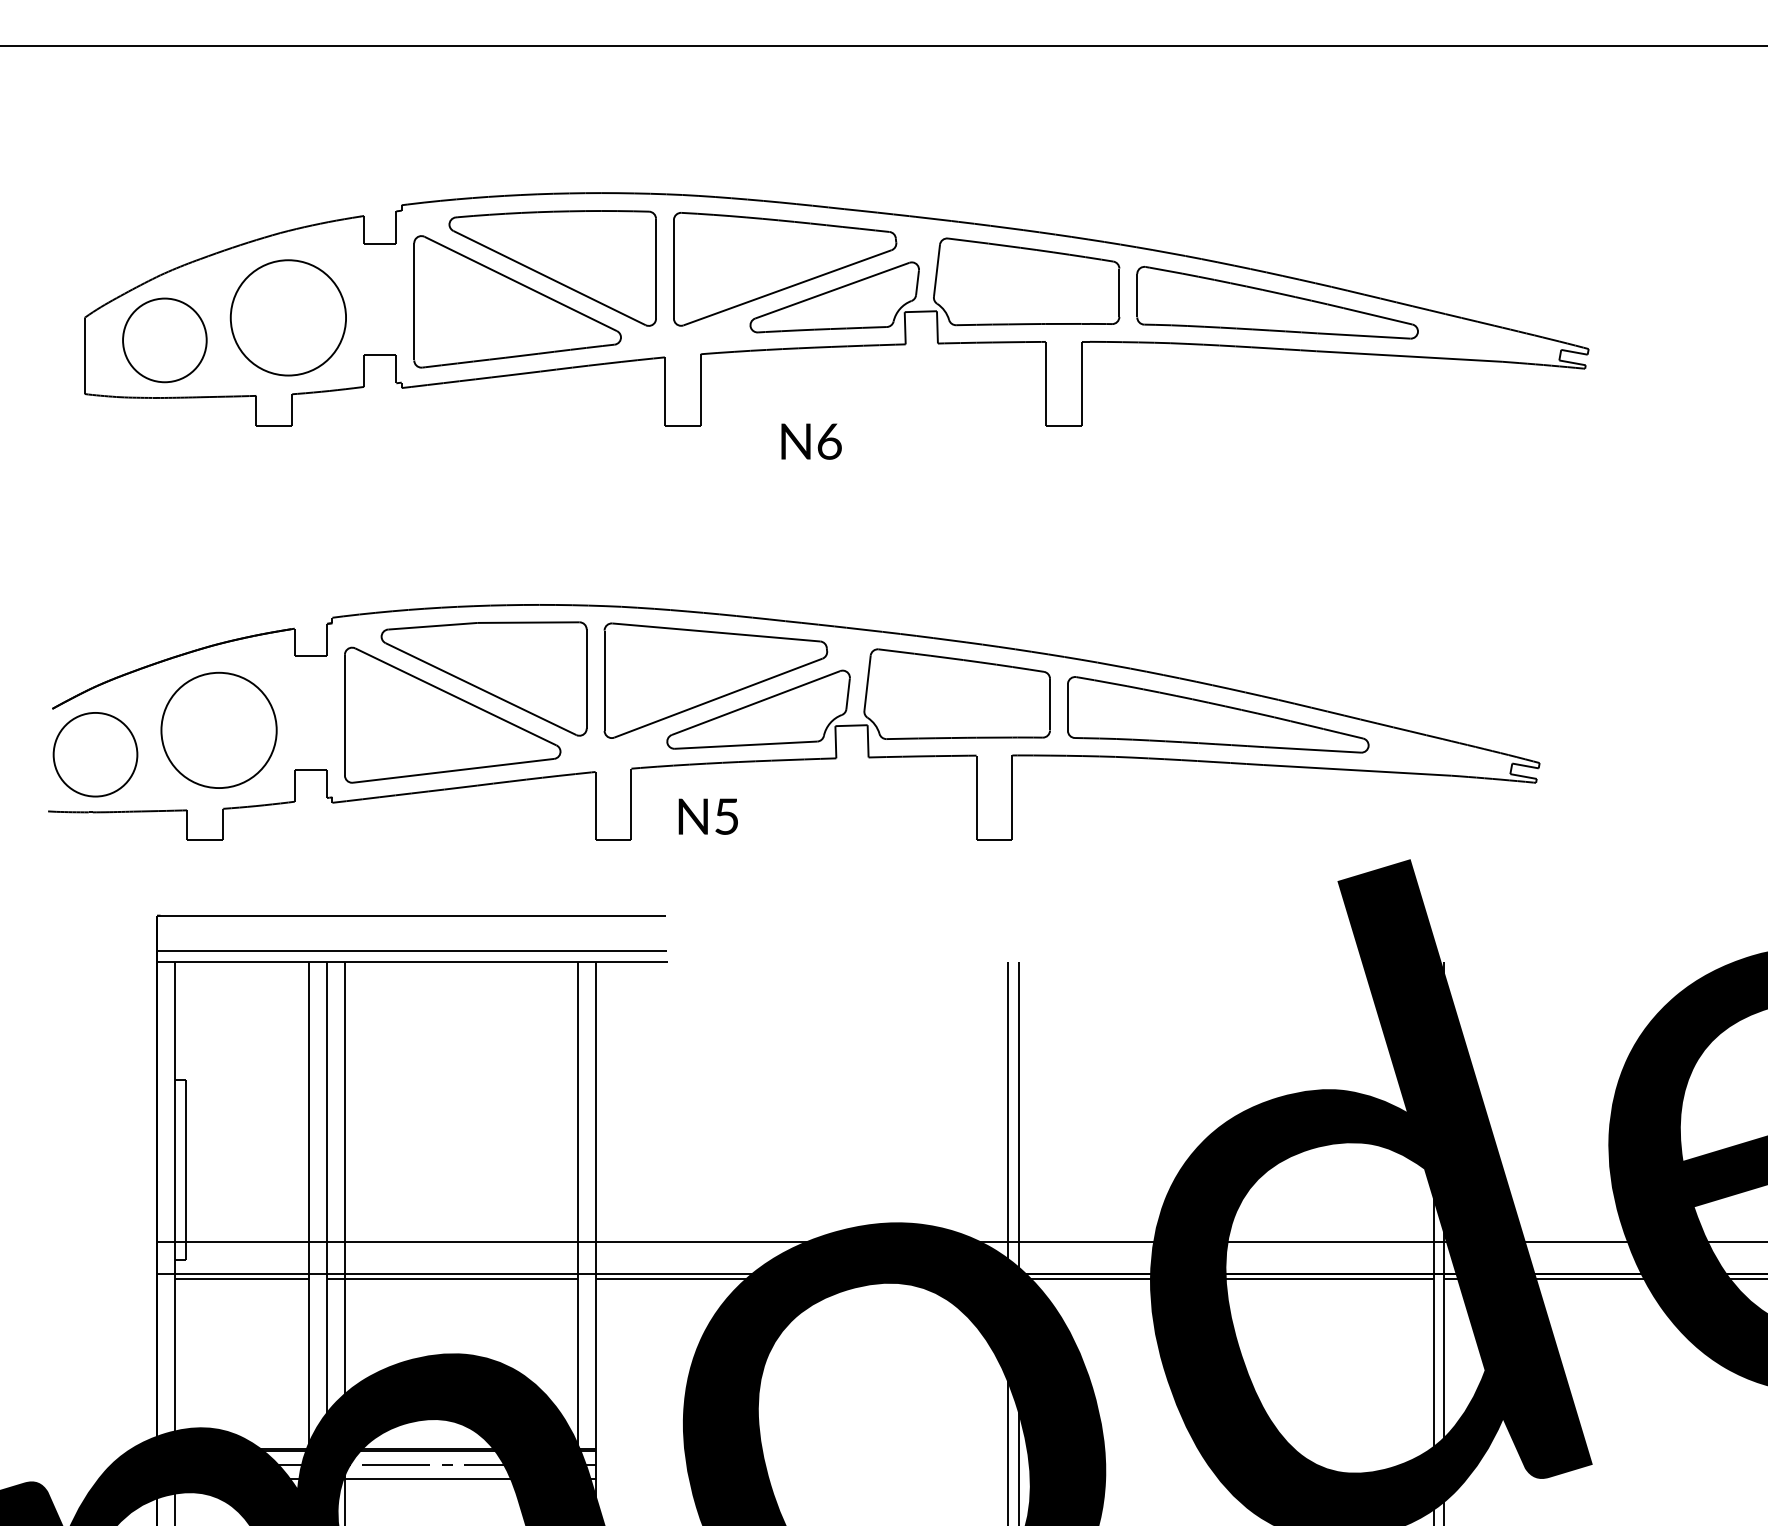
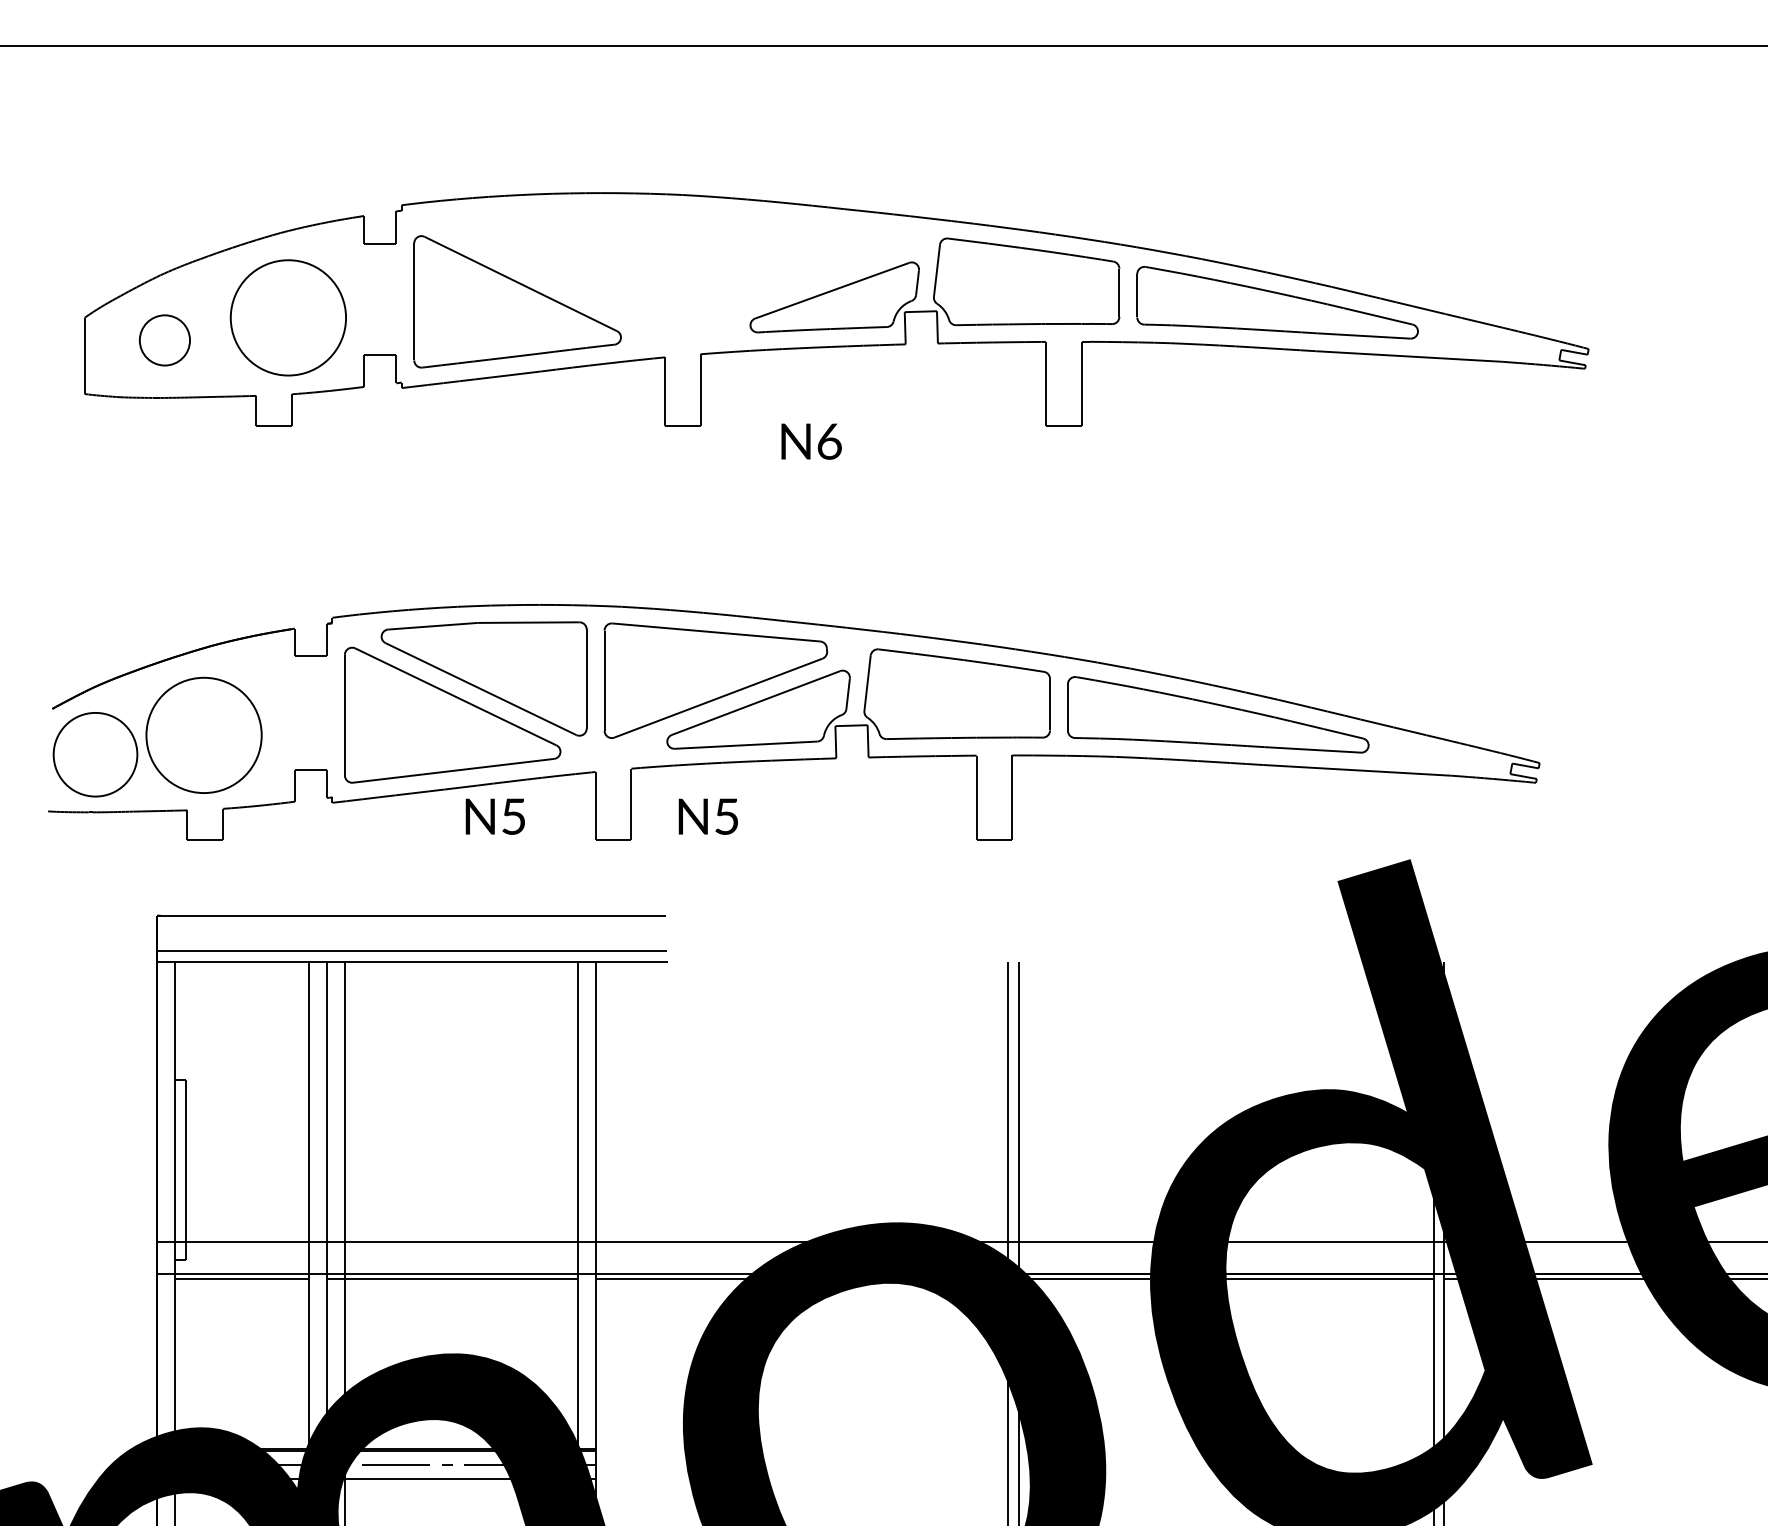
part at (552, 268): present -> none
part at (785, 269): present -> none
part at (164, 340) size: 86x87 px -> 53x53 px
part at (218, 729) position: (218, 729) -> (203, 734)
part at (494, 816): none -> present
